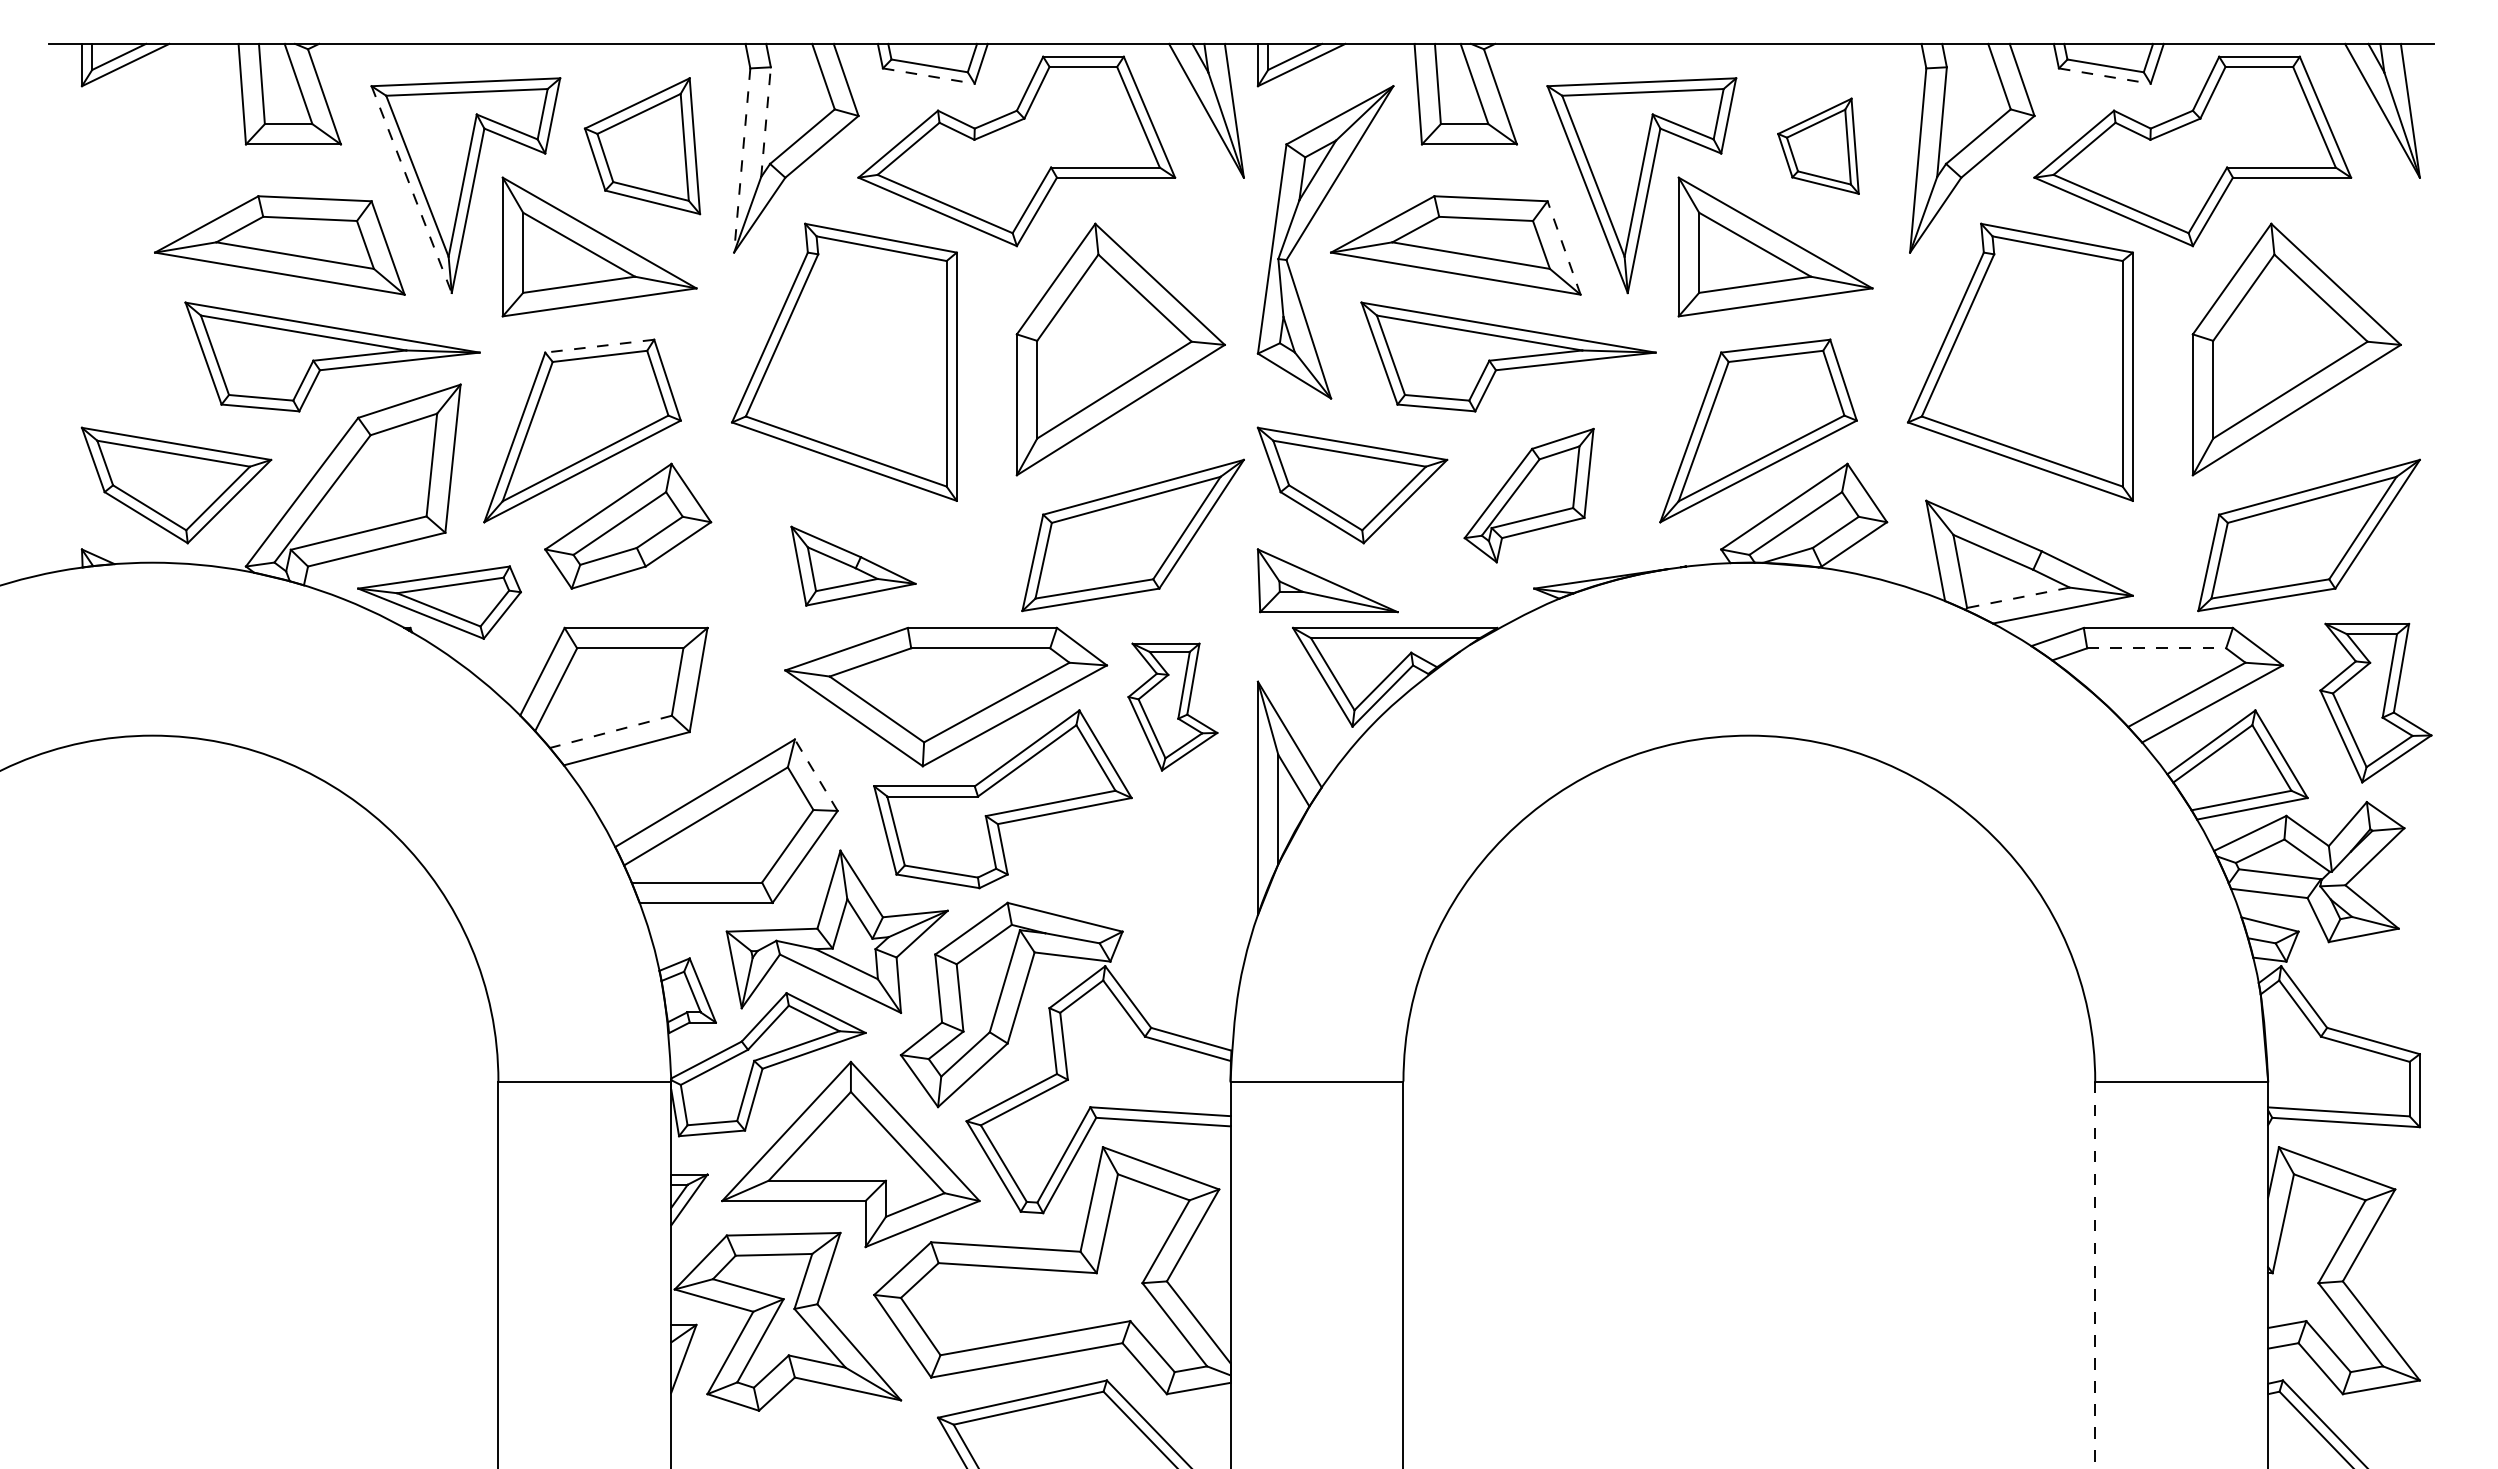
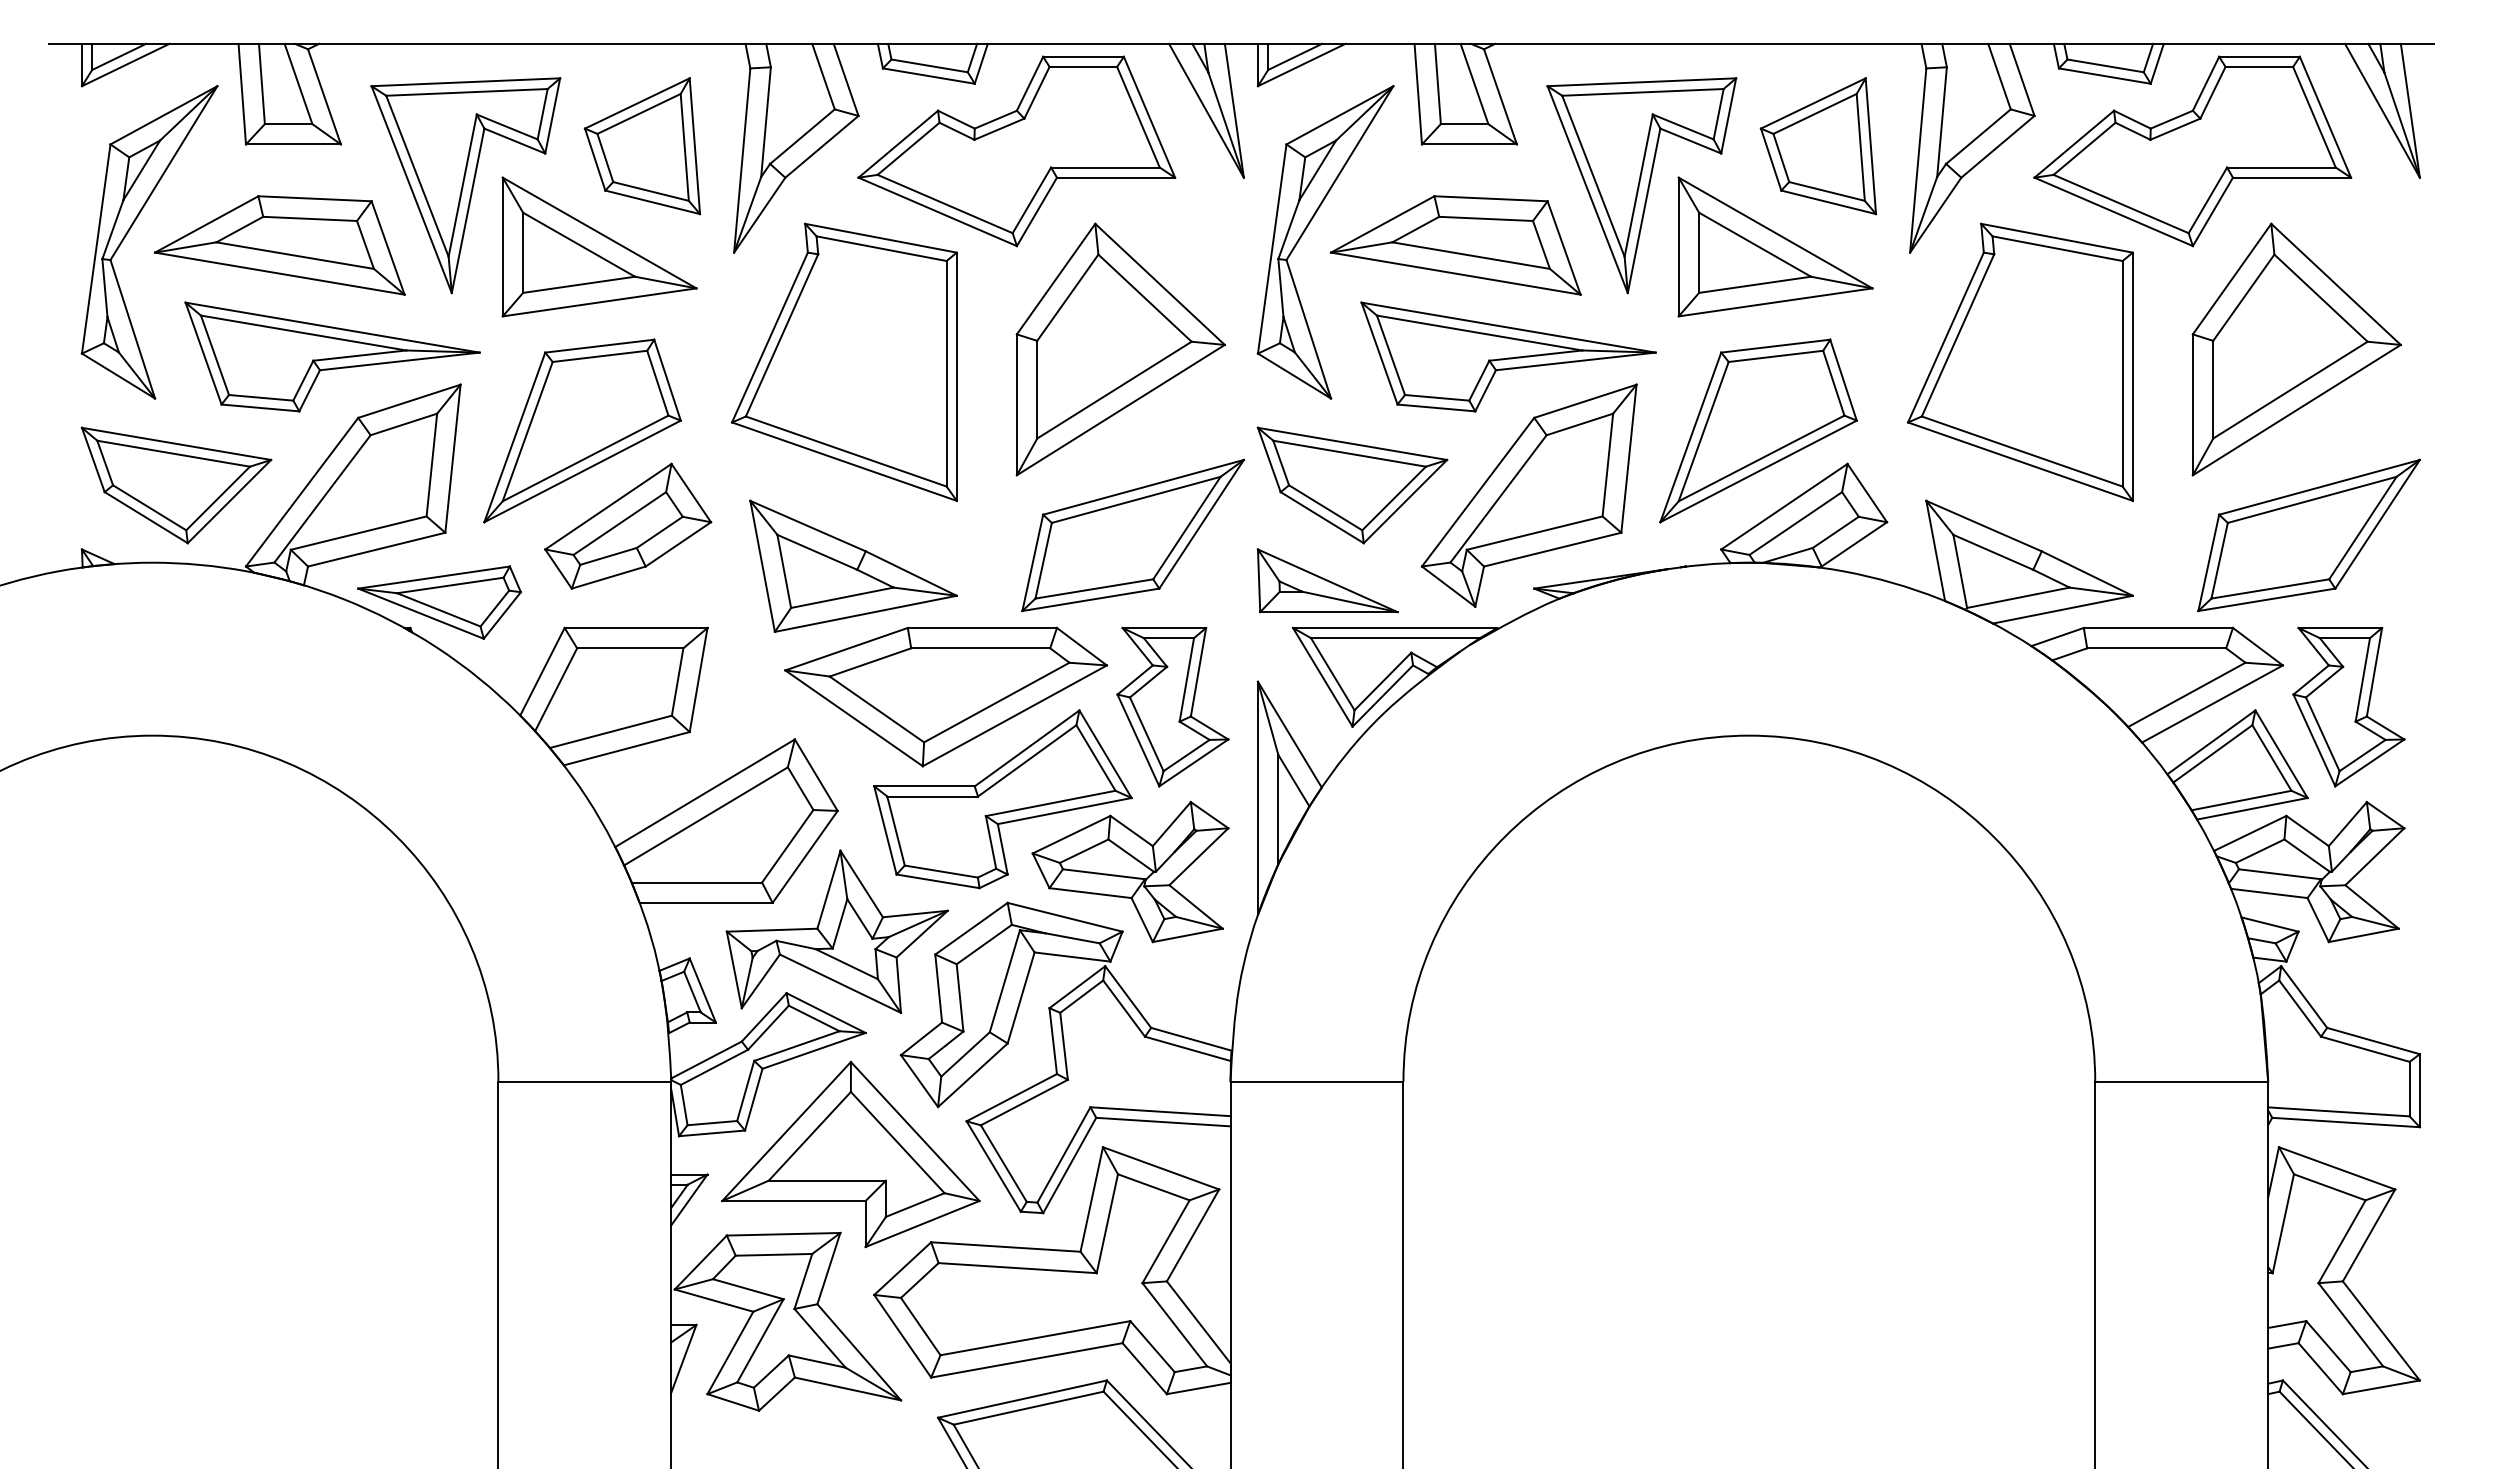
line at (928, 76): dashed -> solid
line at (2104, 76): dashed -> solid
line at (766, 121): dashed -> solid
part at (1818, 145) size: 83x98 px -> 119x139 px
line at (742, 161): dashed -> solid
line at (411, 189): dashed -> solid
part at (129, 231): none -> present
line at (1564, 247): dashed -> solid
line at (599, 346): dashed -> solid
part at (1528, 495) size: 132x137 px -> 218x225 px
part at (853, 565) size: 127x82 px -> 209x134 px
line at (2017, 597): dashed -> solid
line at (2157, 648): dashed -> solid
part at (2375, 702) position: (2375, 702) -> (2348, 706)
part at (1172, 706) size: 92x130 px -> 114x162 px
line at (610, 731): dashed -> solid
line at (816, 775): dashed -> solid
part at (1130, 872): none -> present
line at (2095, 1275): dashed -> solid
